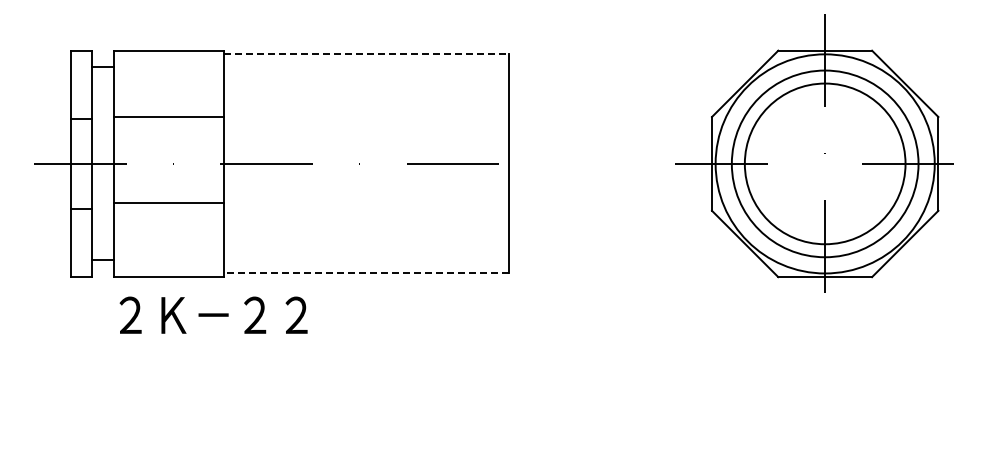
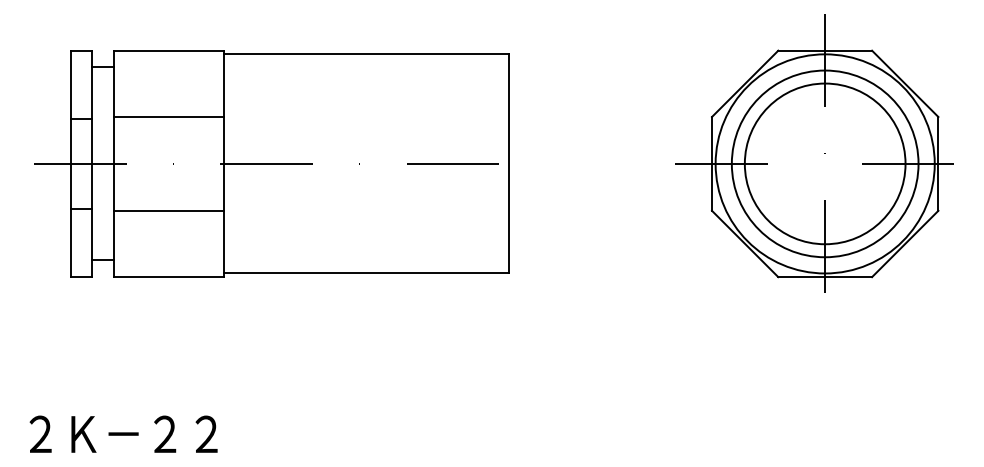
line at (366, 54): dashed -> solid
line at (168, 202) position: (168, 202) -> (168, 210)
line at (365, 273): dashed -> solid
text at (213, 314) position: (213, 314) -> (123, 433)
